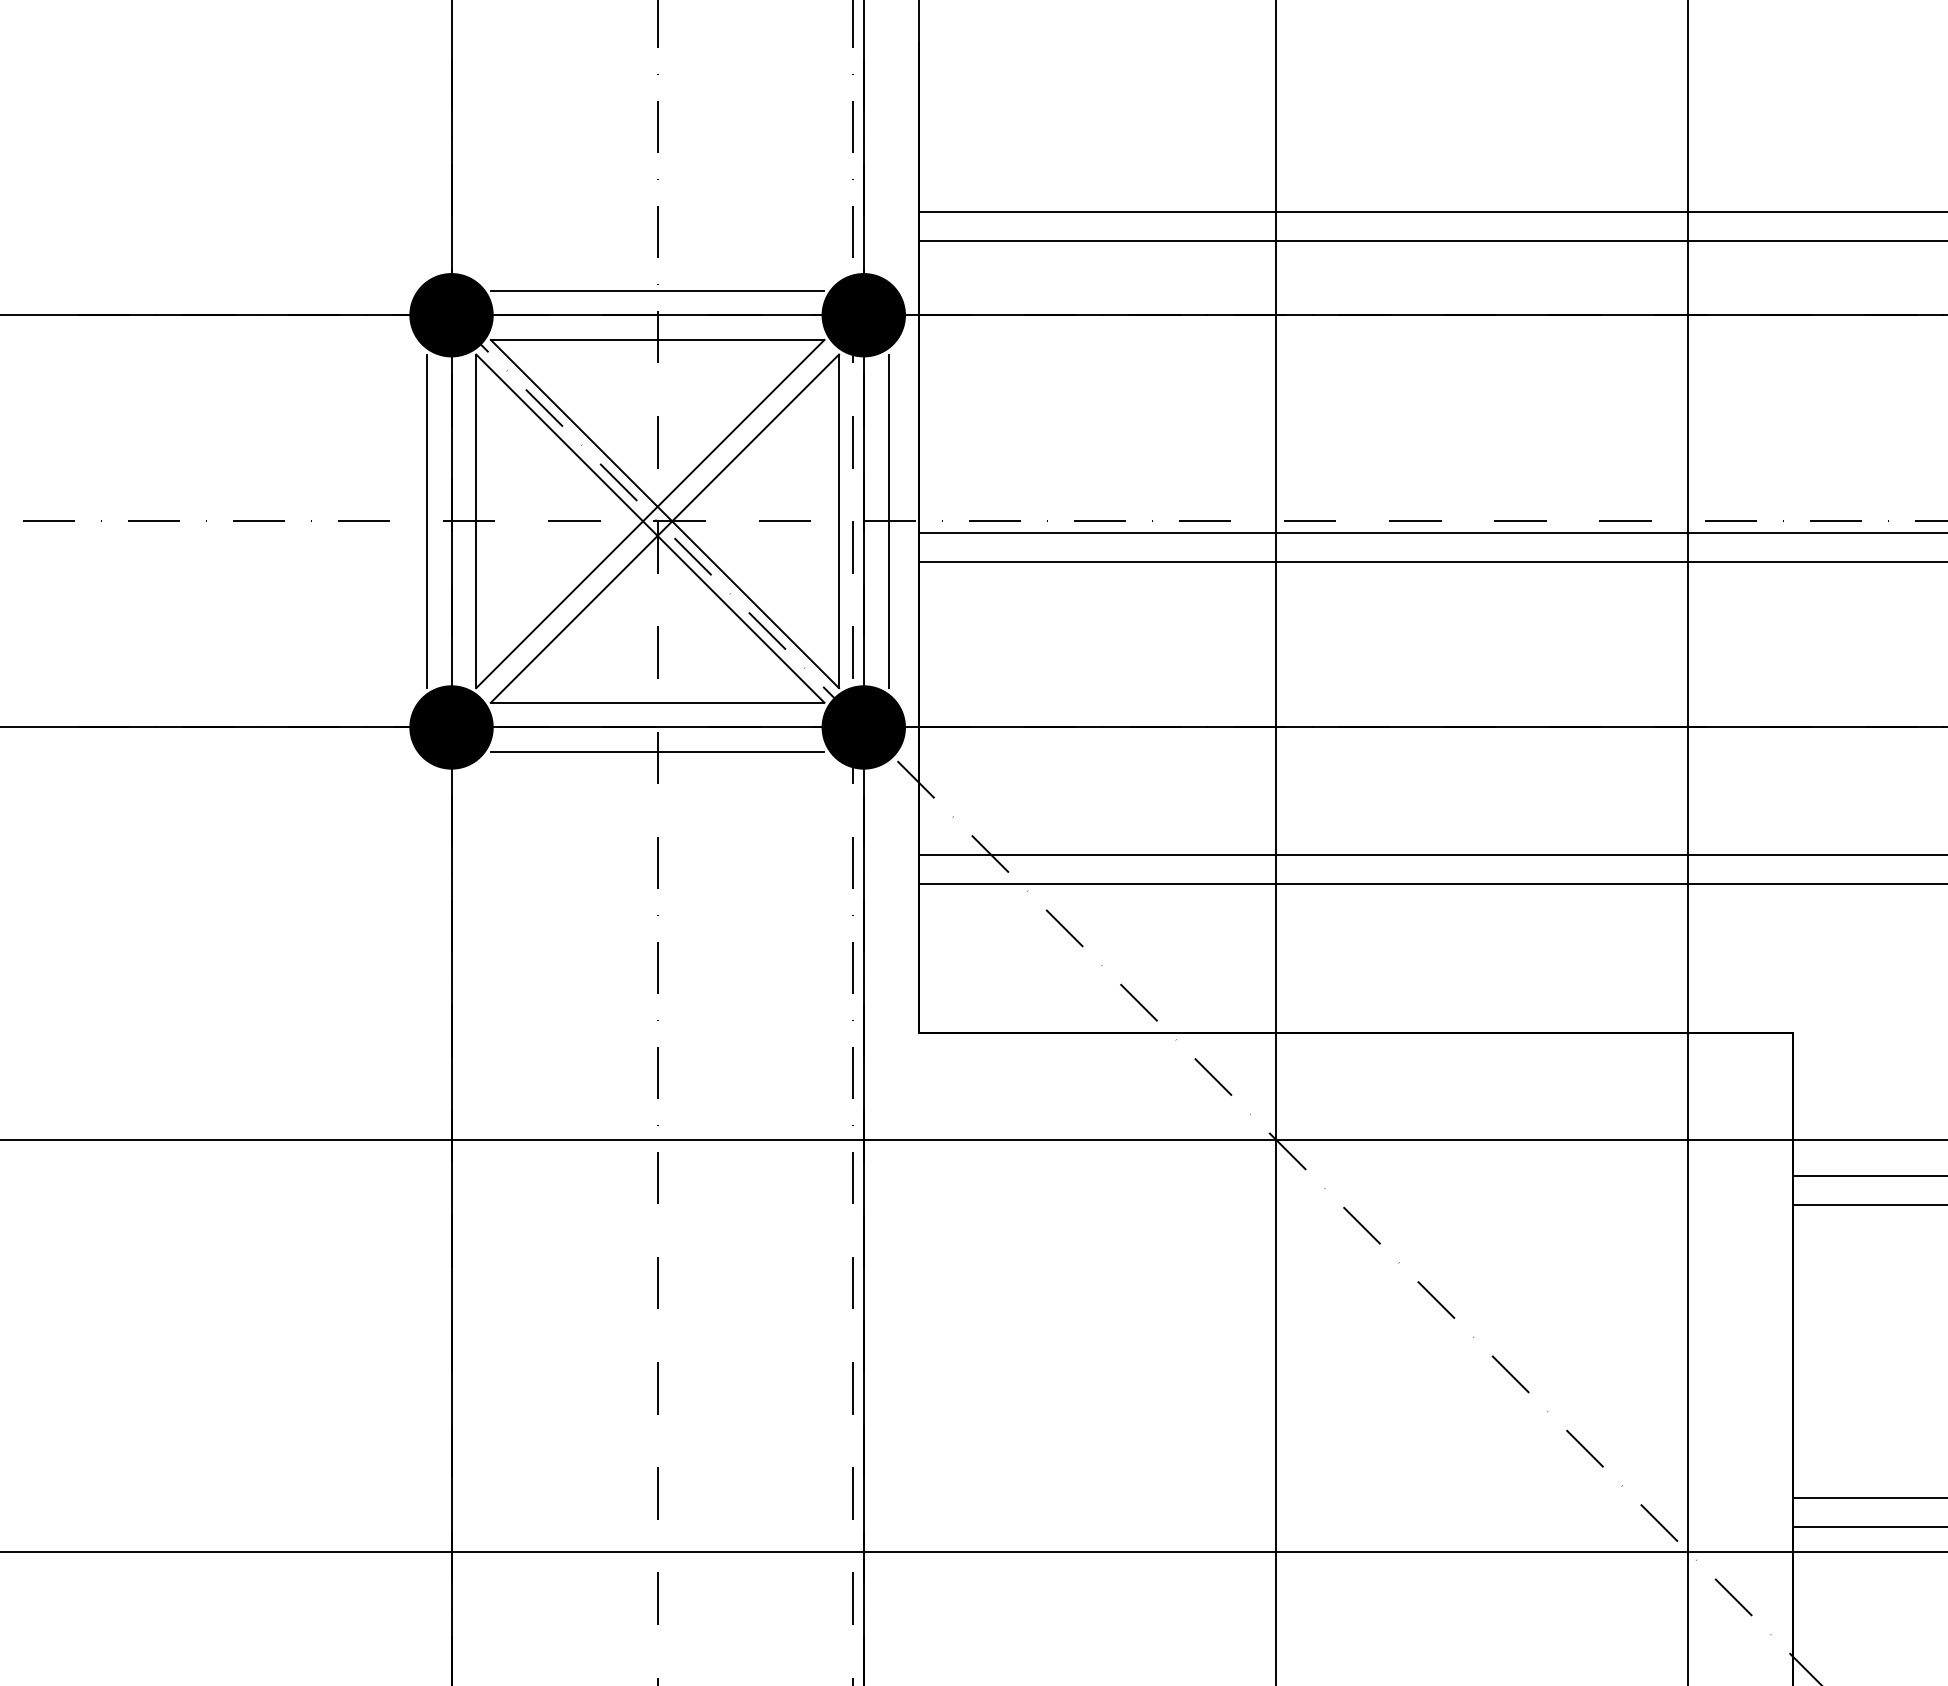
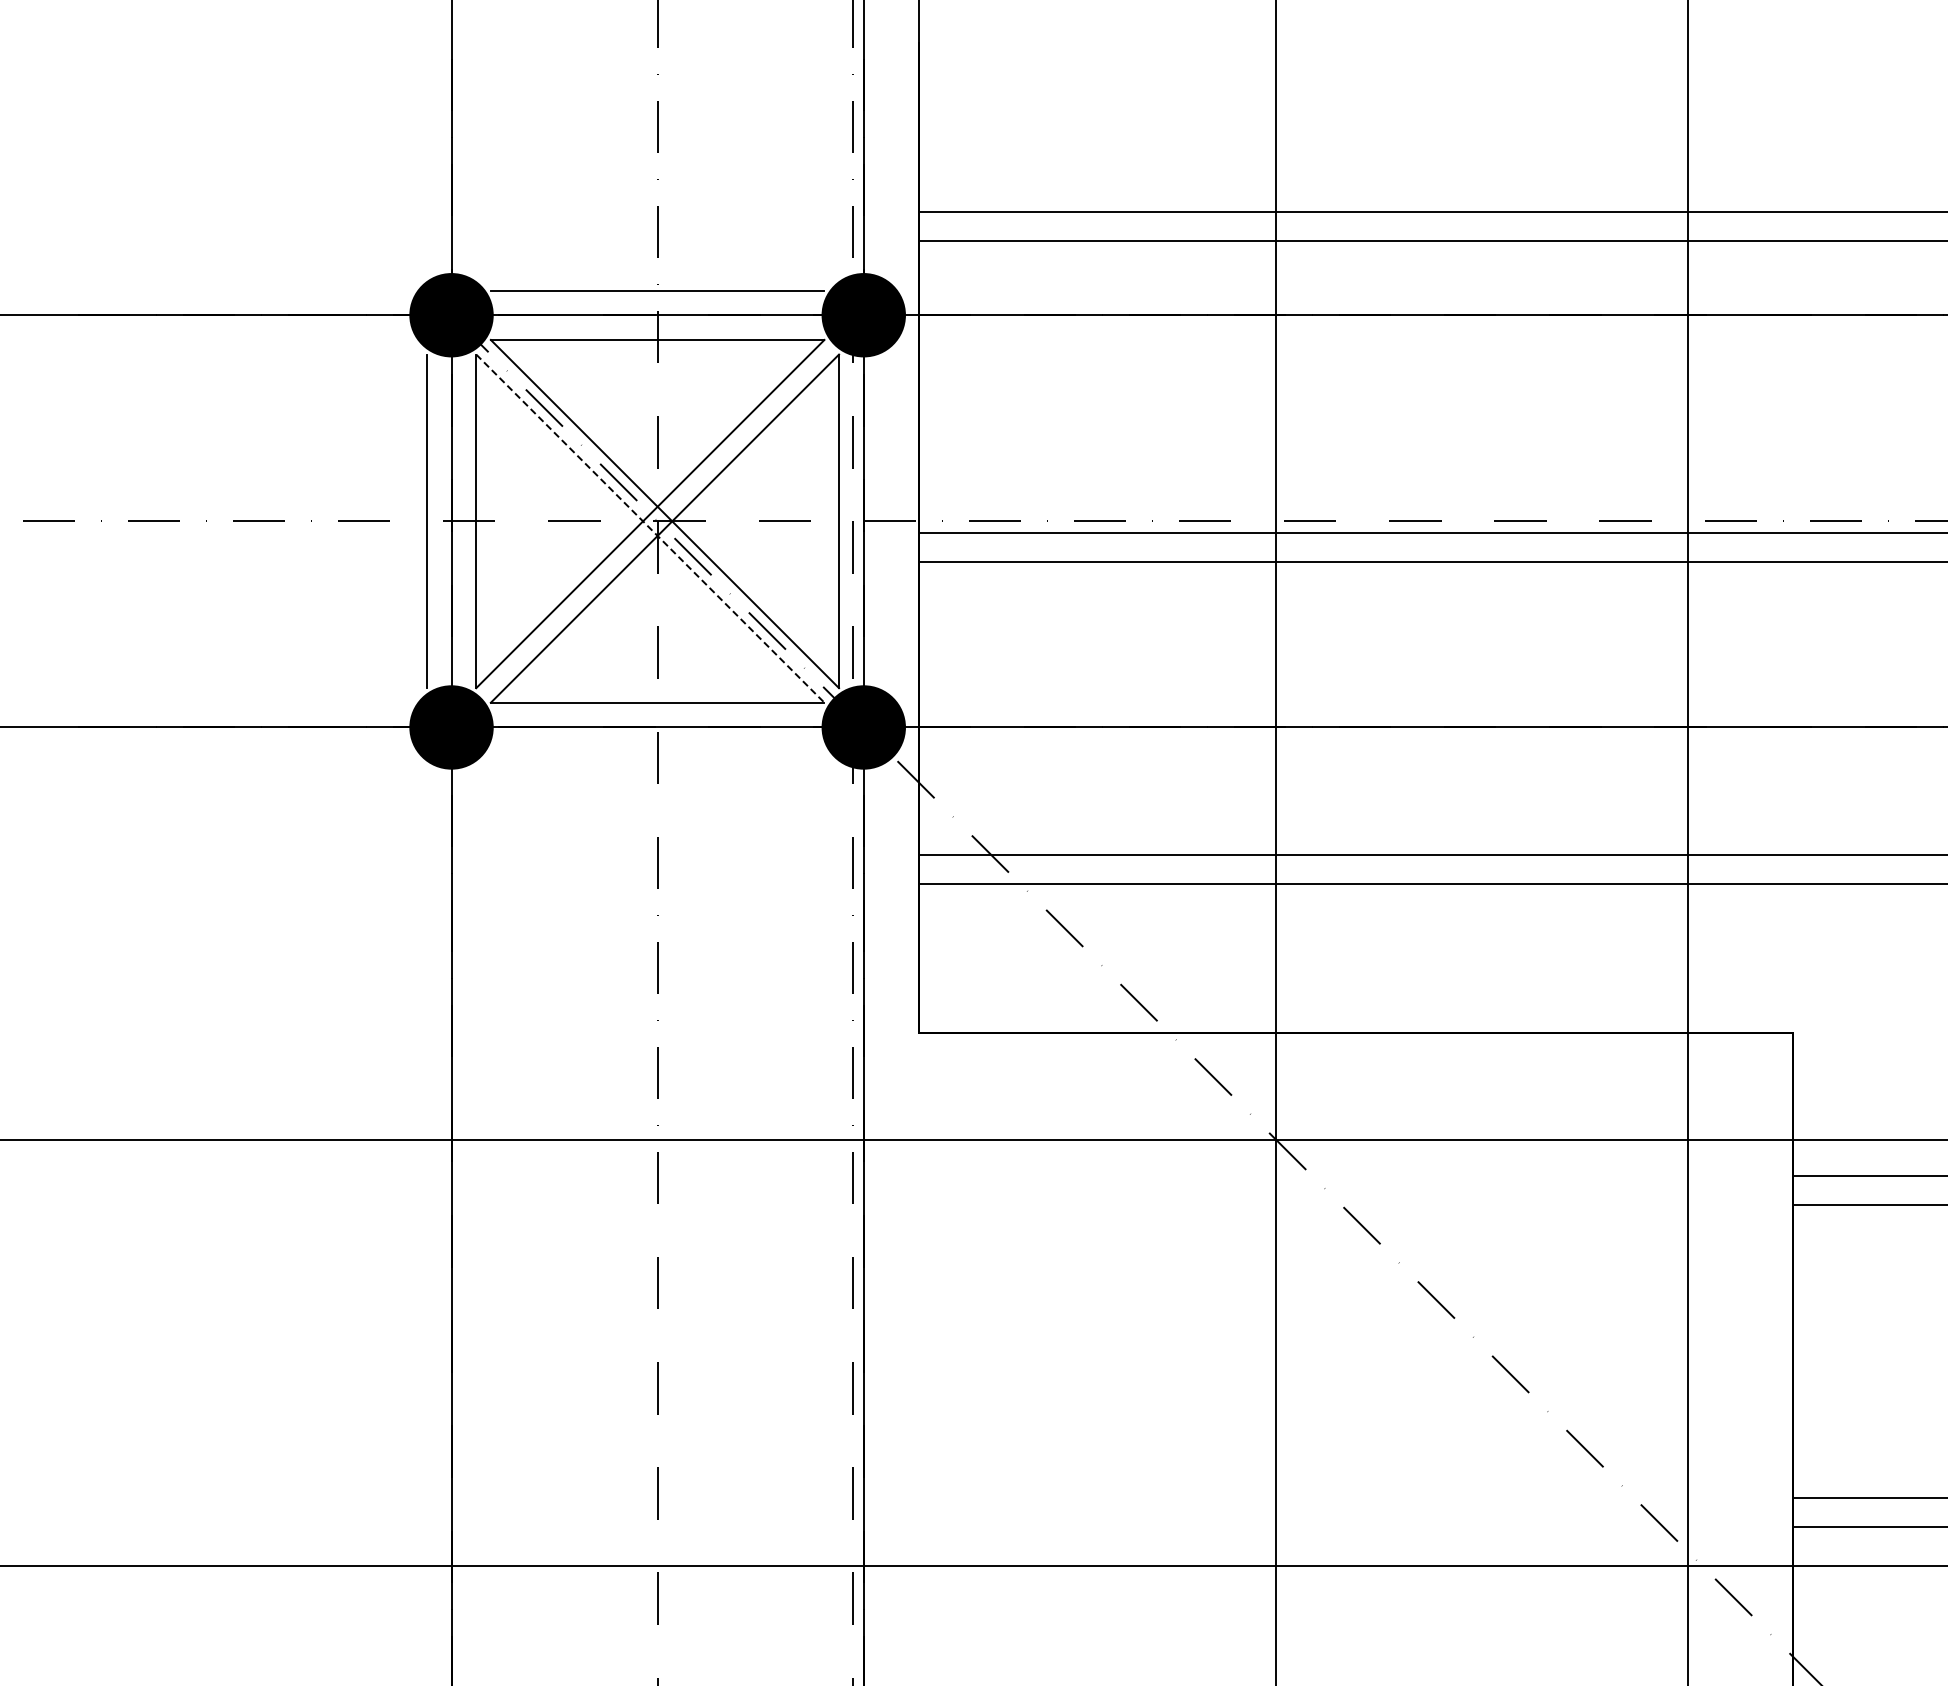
line at (888, 521): present -> none
line at (650, 529): solid -> dashed
line at (657, 752): present -> none
line at (973, 1551) position: (973, 1551) -> (973, 1565)
